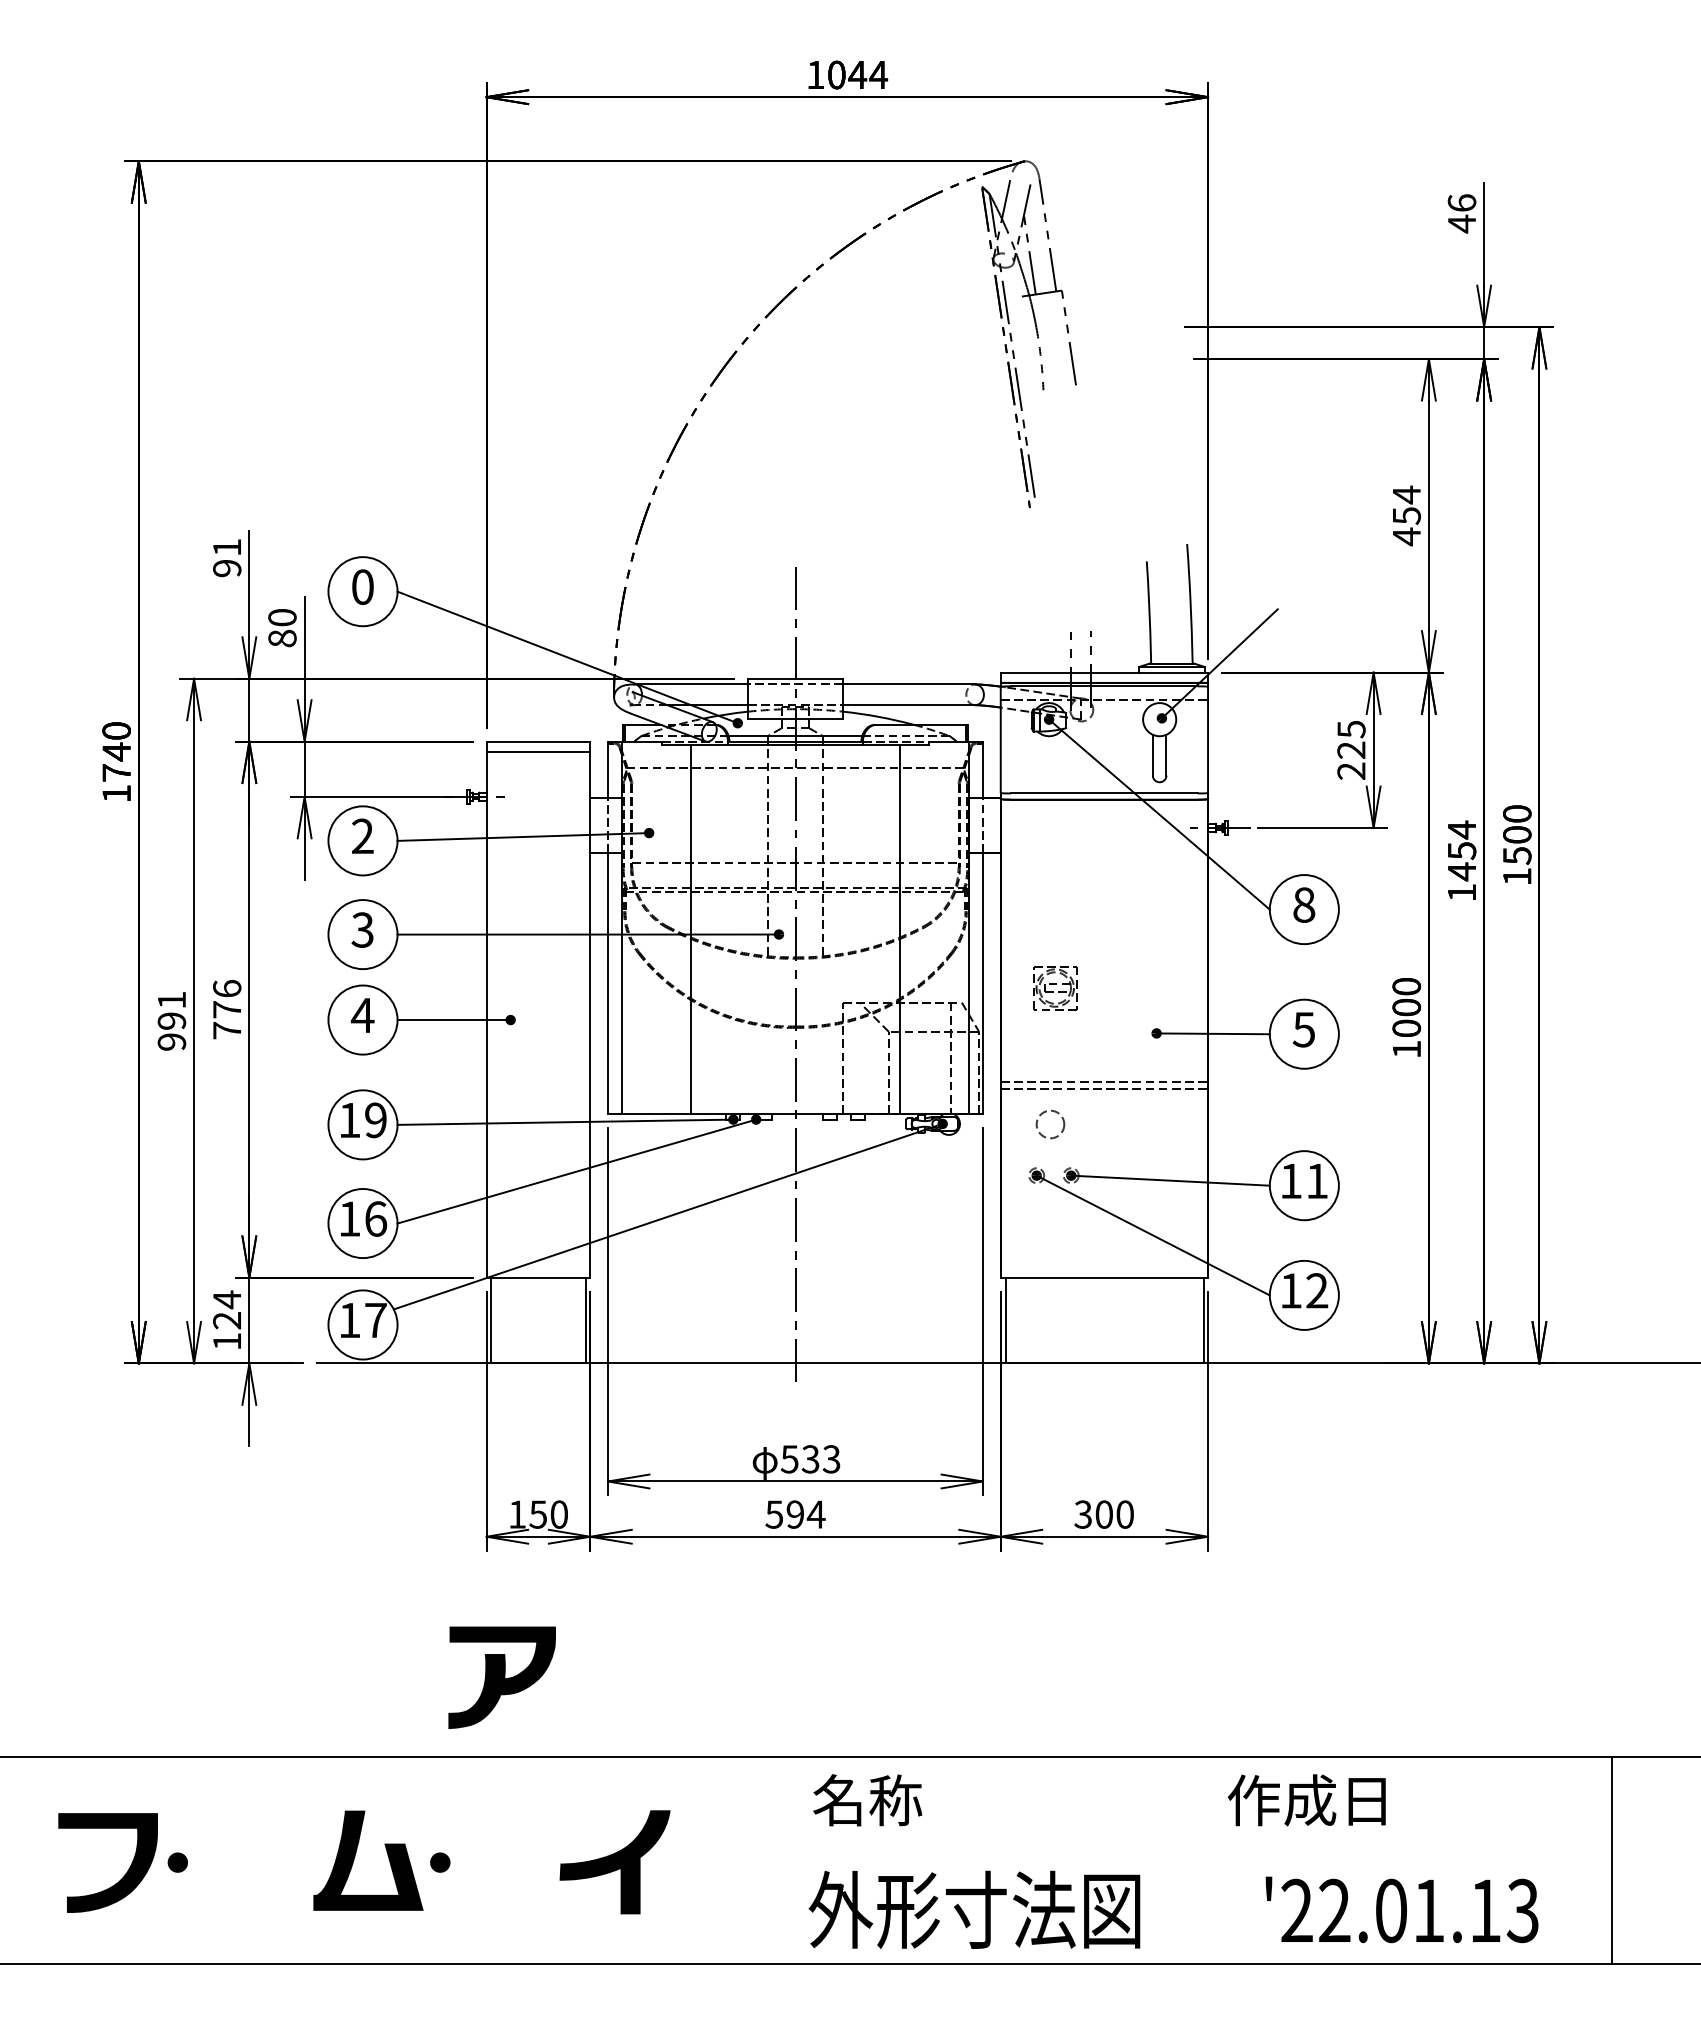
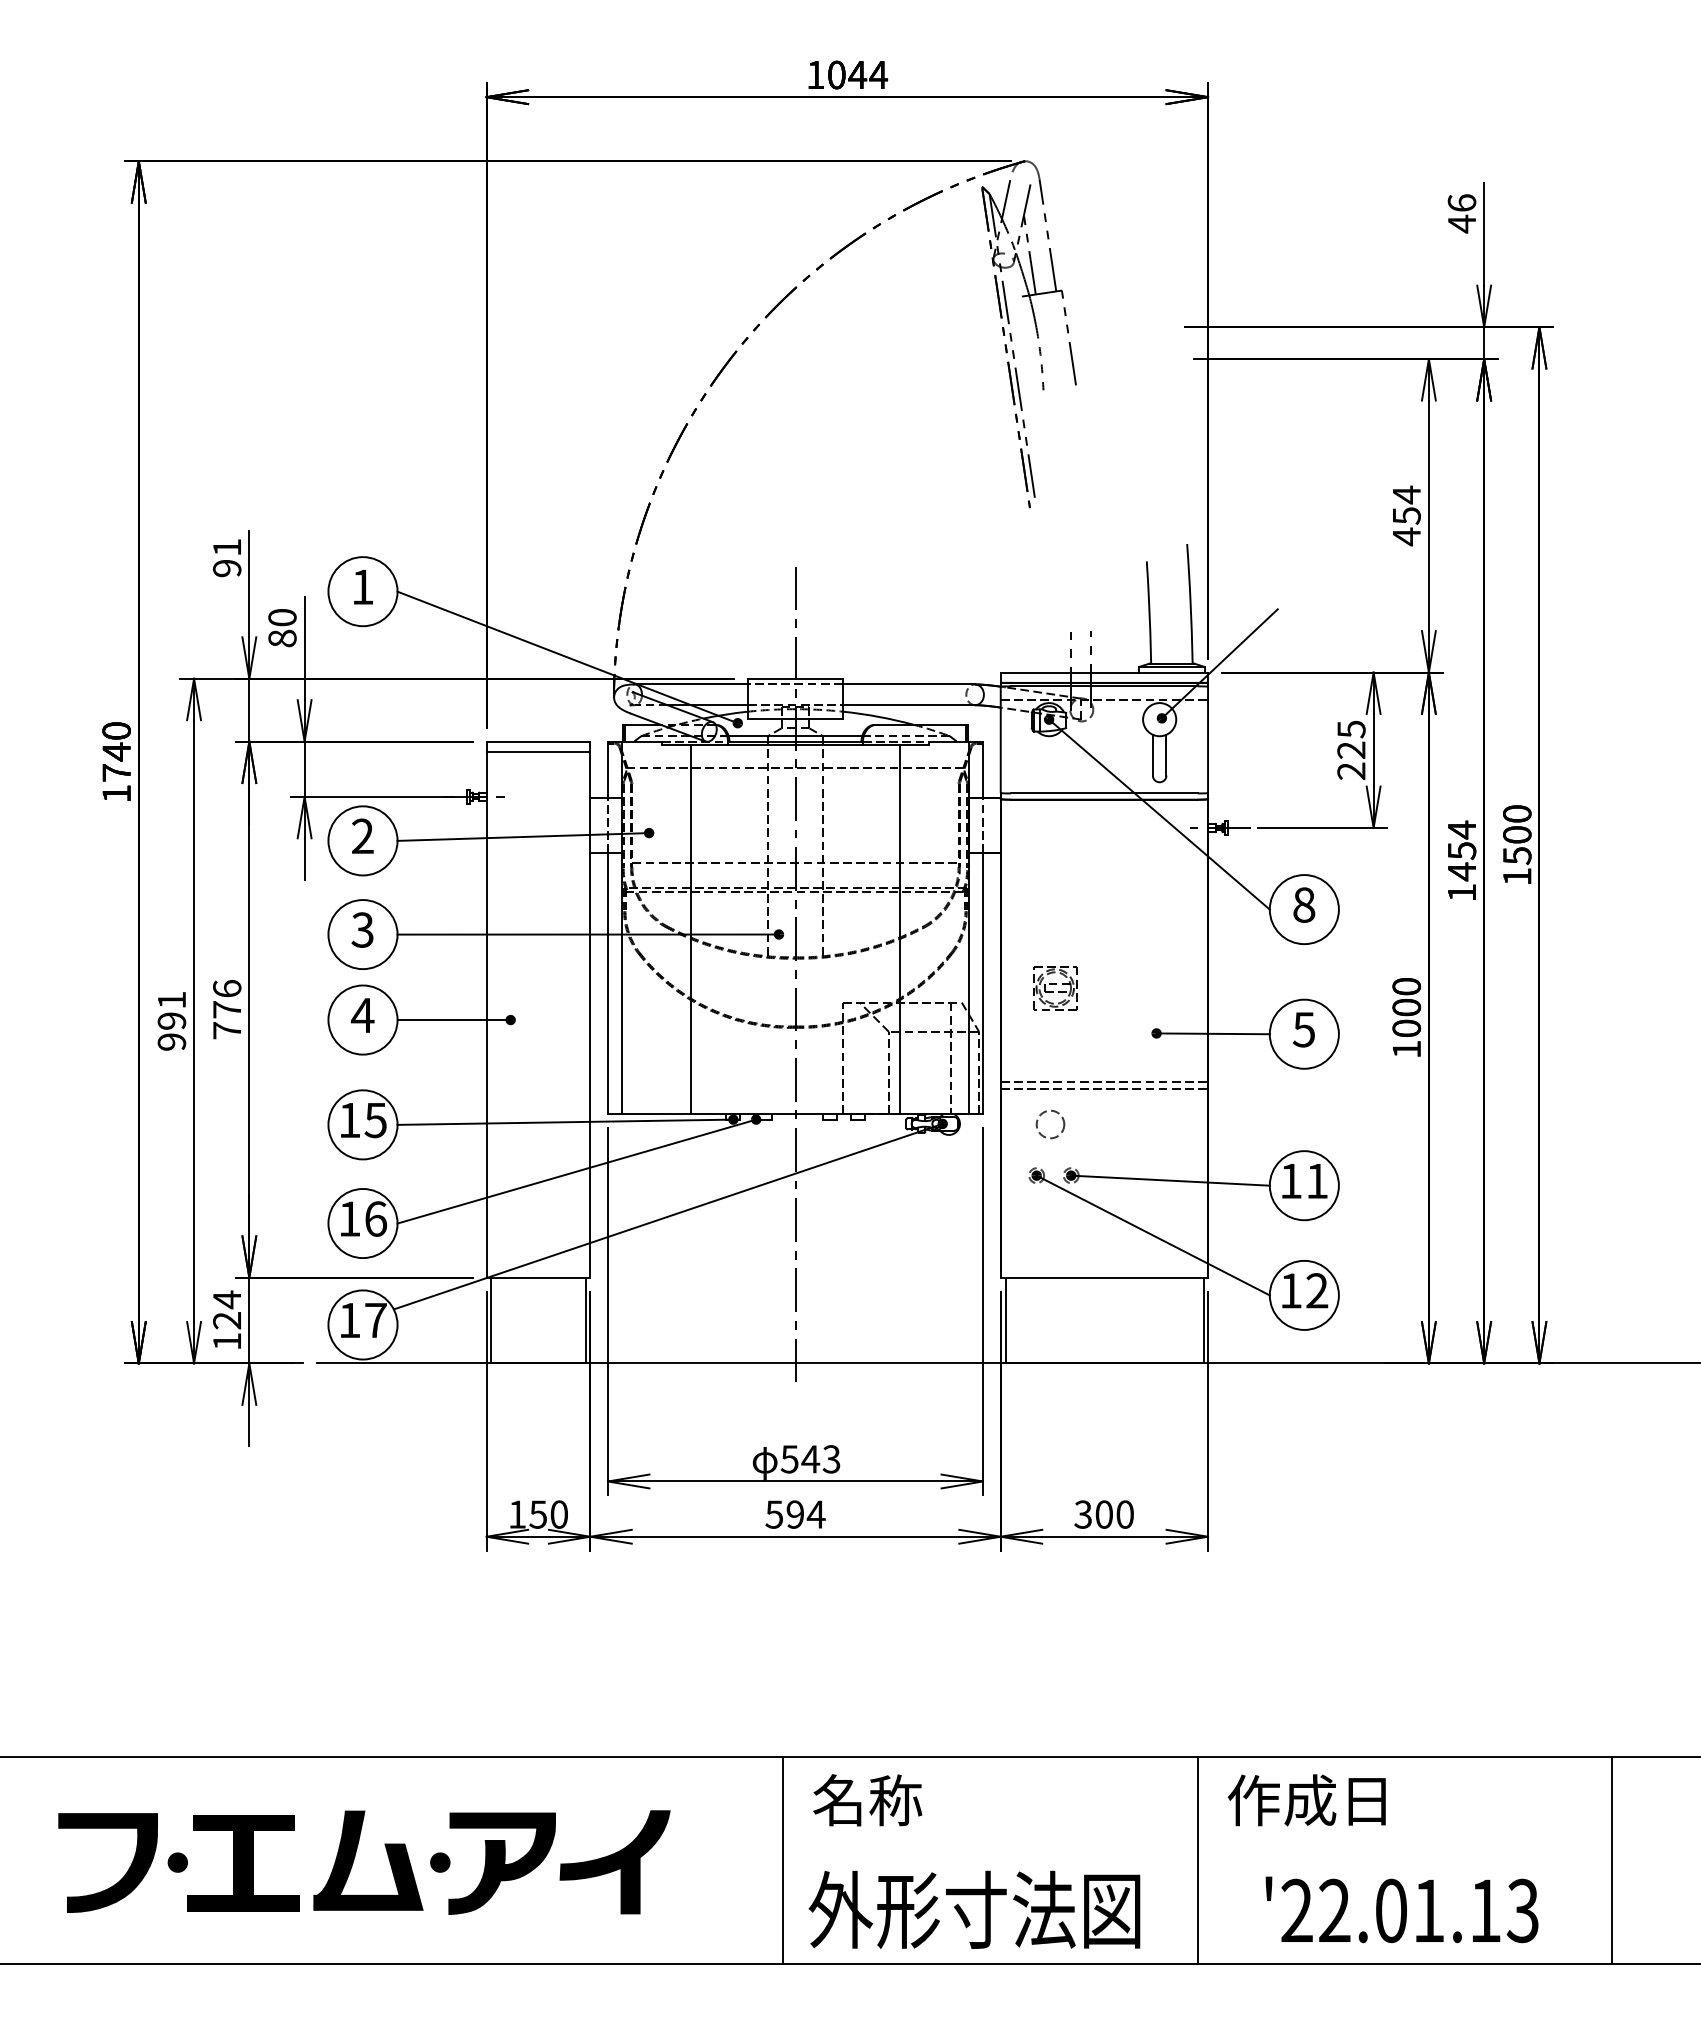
text at (362, 586): 0 -> 1
text at (375, 1120): 19 -> 15
text at (810, 1459): 533 -> 543
part at (501, 1677) position: (501, 1677) -> (501, 1863)
line at (783, 1860): none -> present
line at (1197, 1860): none -> present
part at (243, 1863): none -> present
